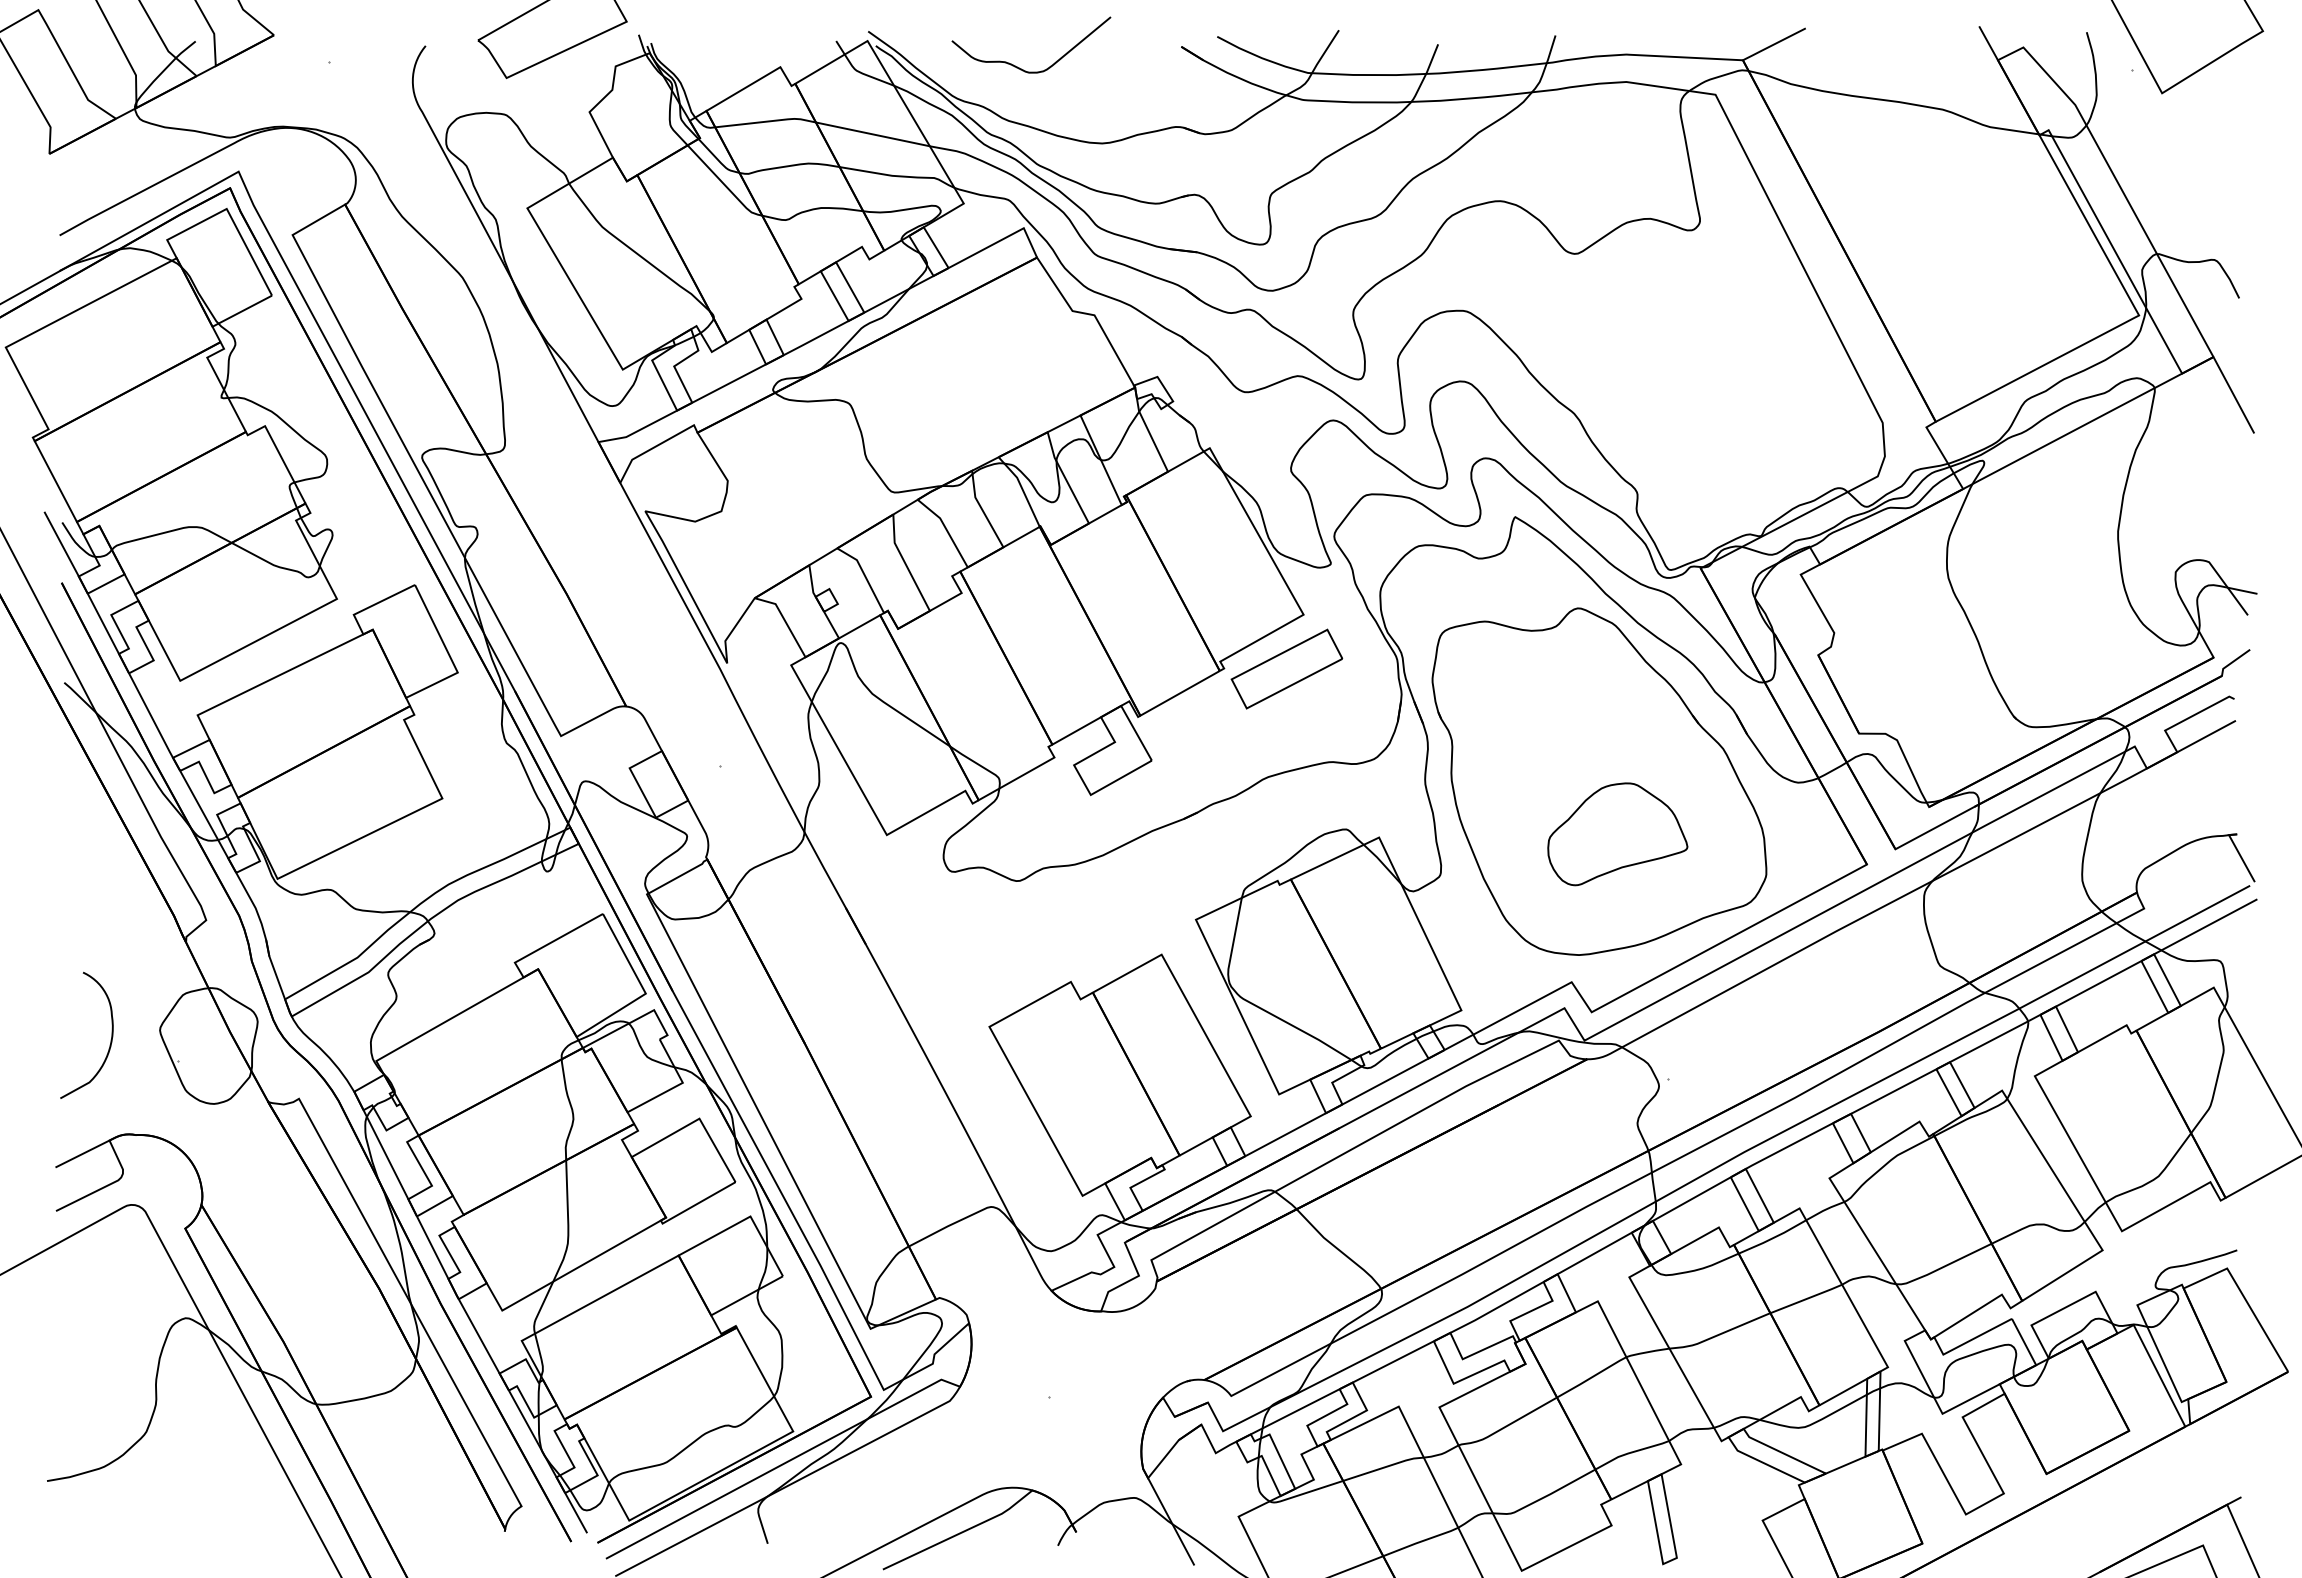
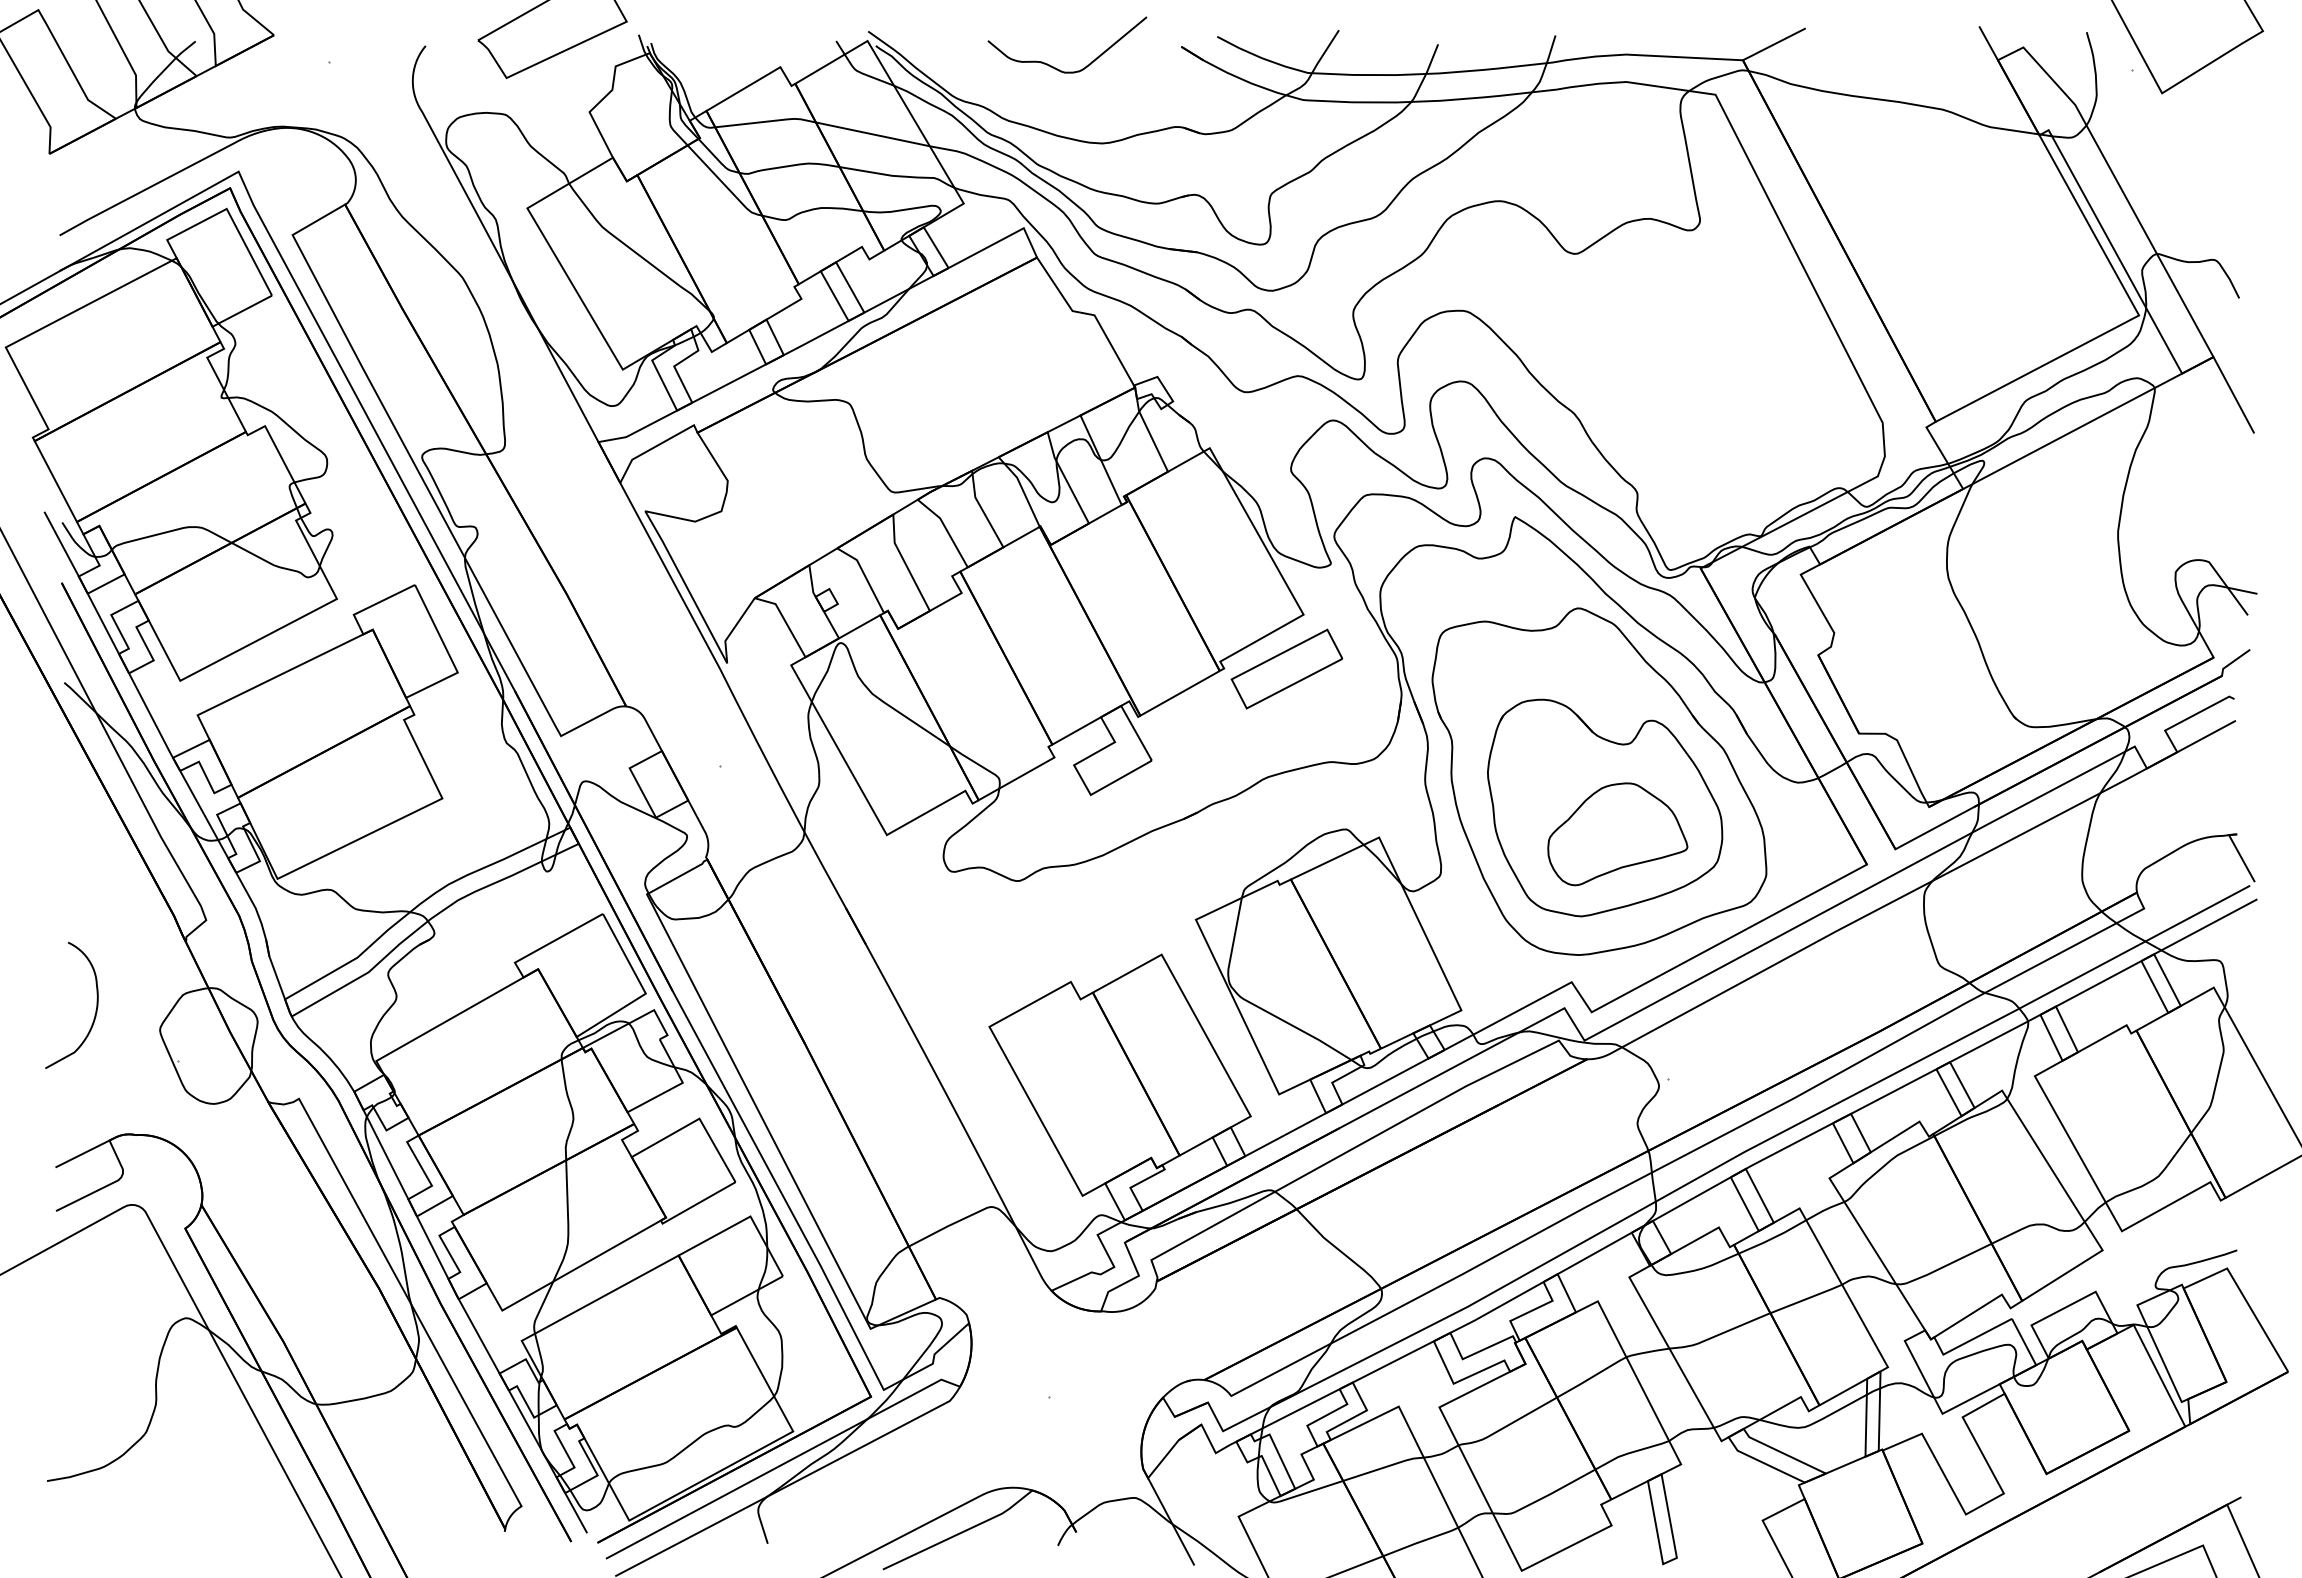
curve at (1019, 67) position: (1019, 67) -> (1055, 67)
part at (1605, 807): none -> present
curve at (110, 1039) position: (110, 1039) -> (95, 1009)
